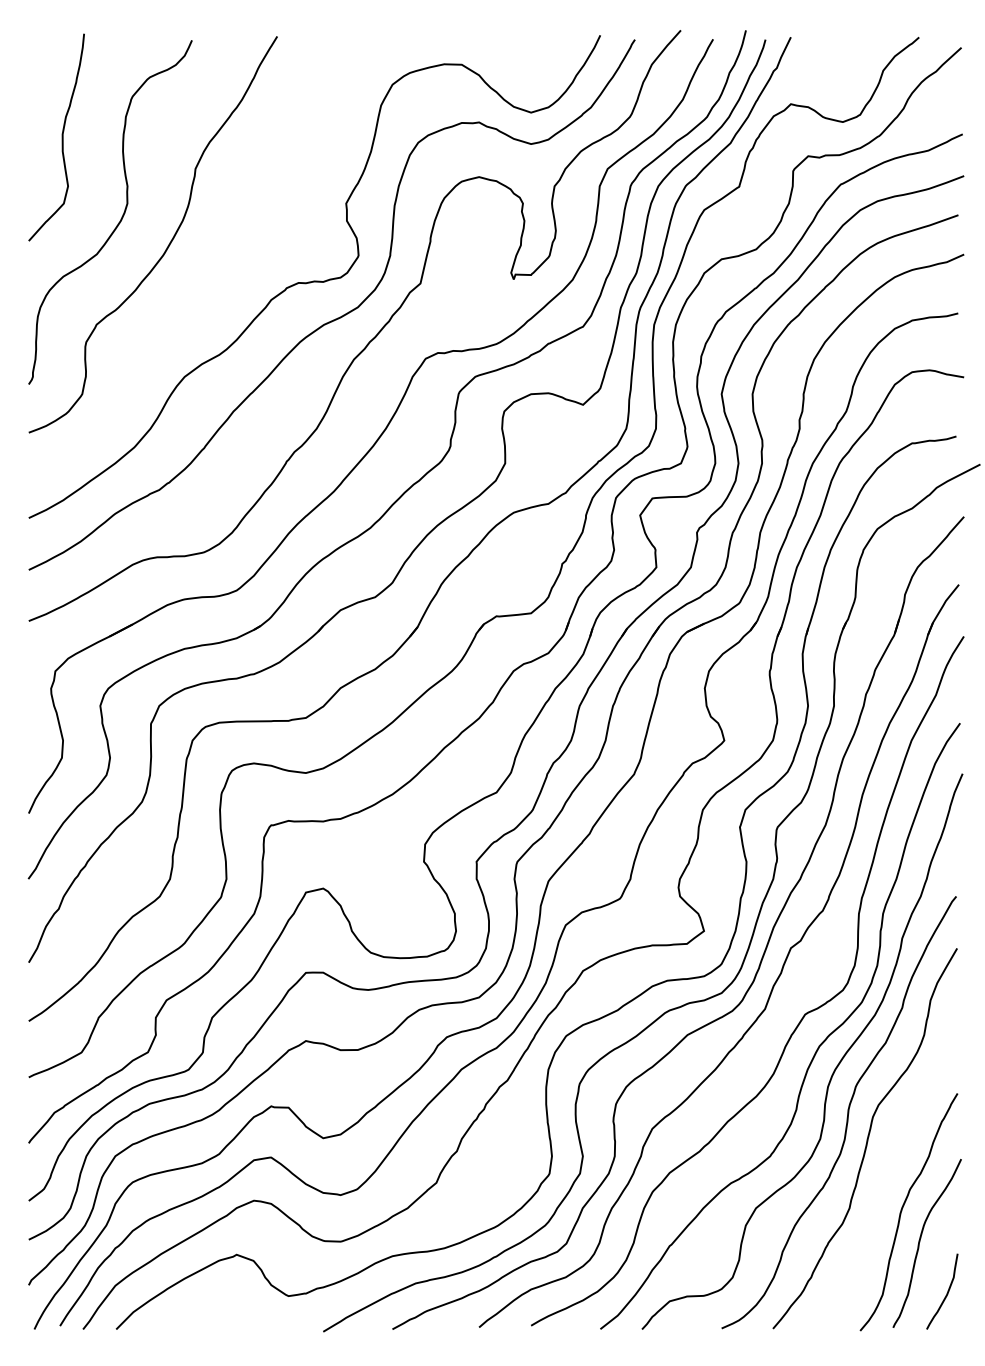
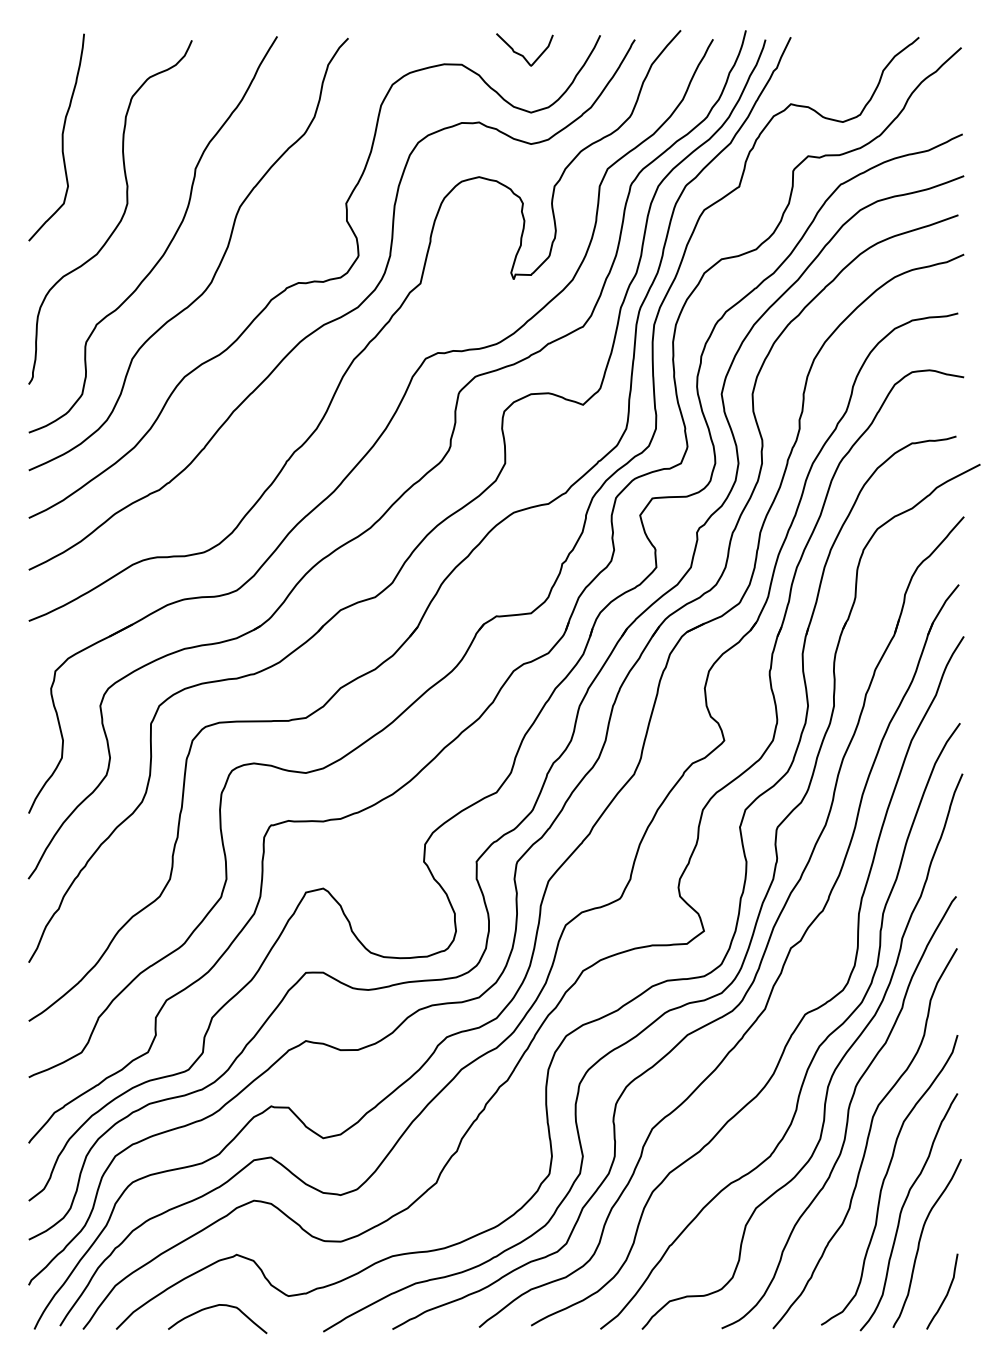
curve at (522, 54): none -> present
curve at (216, 268): none -> present
curve at (885, 1179): none -> present
curve at (214, 1307): none -> present
